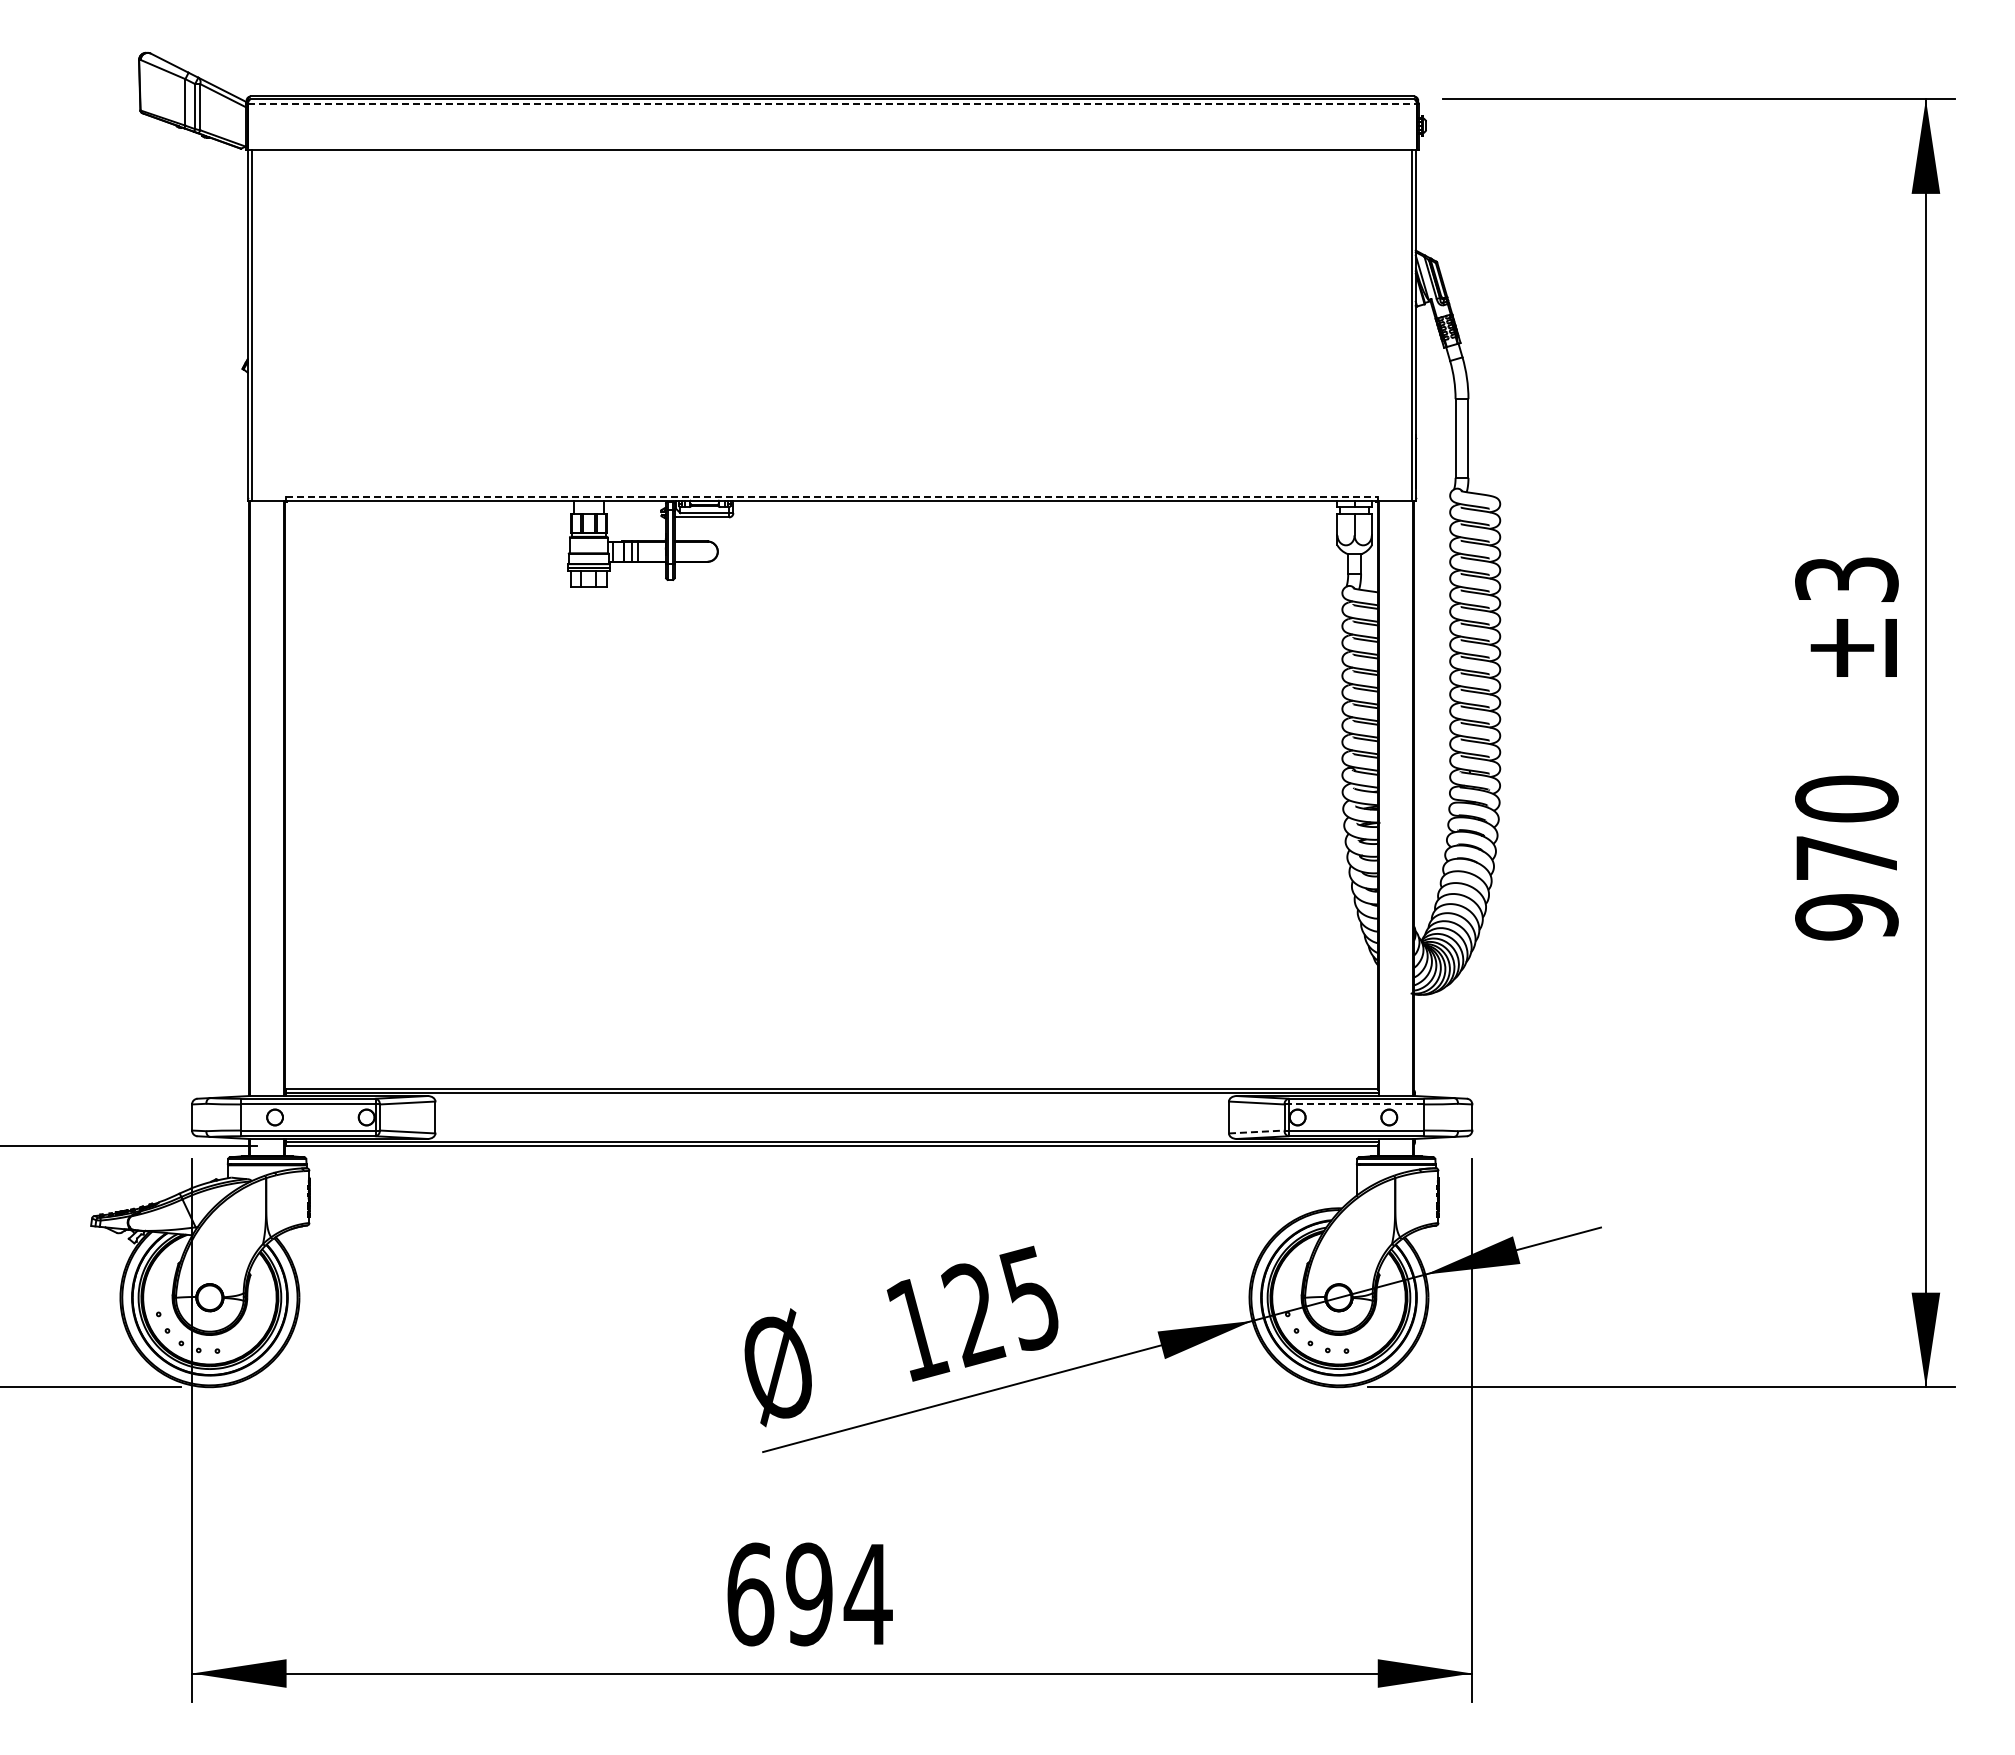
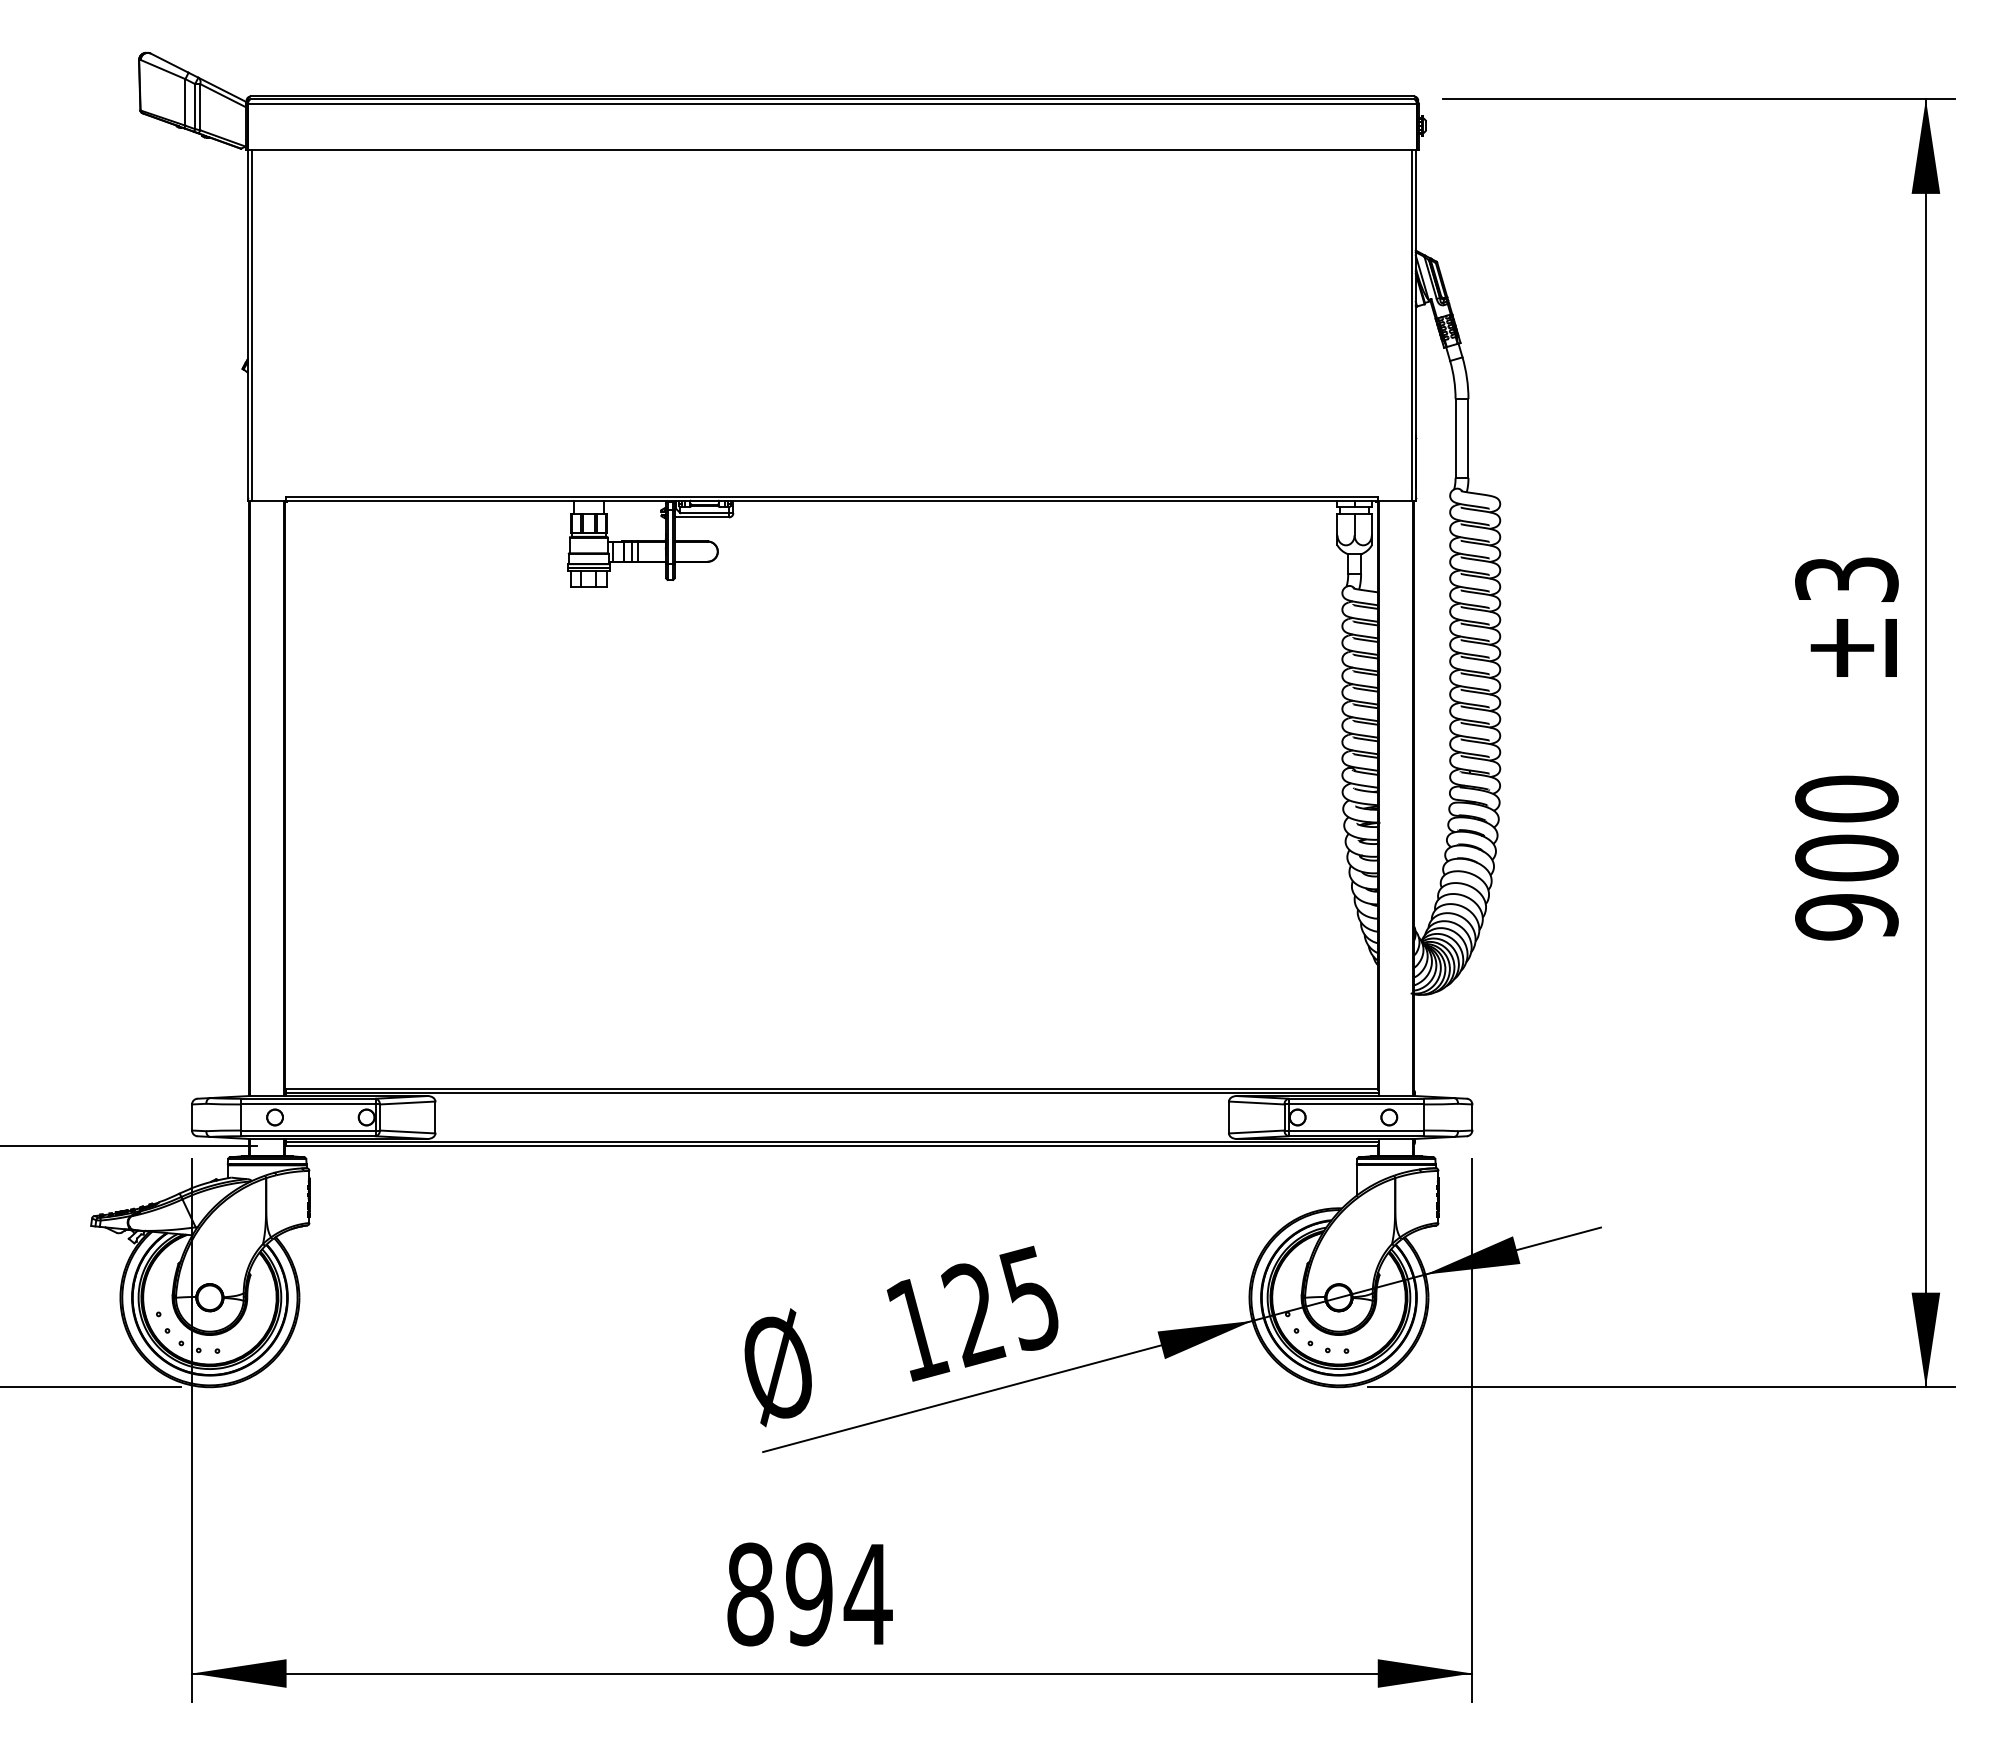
line at (832, 103): dashed -> solid
line at (832, 496): dashed -> solid
text at (1846, 857): 970 -> 900
line at (1356, 1104): dashed -> solid
line at (1256, 1132): dashed -> solid
text at (750, 1594): 694 -> 894
